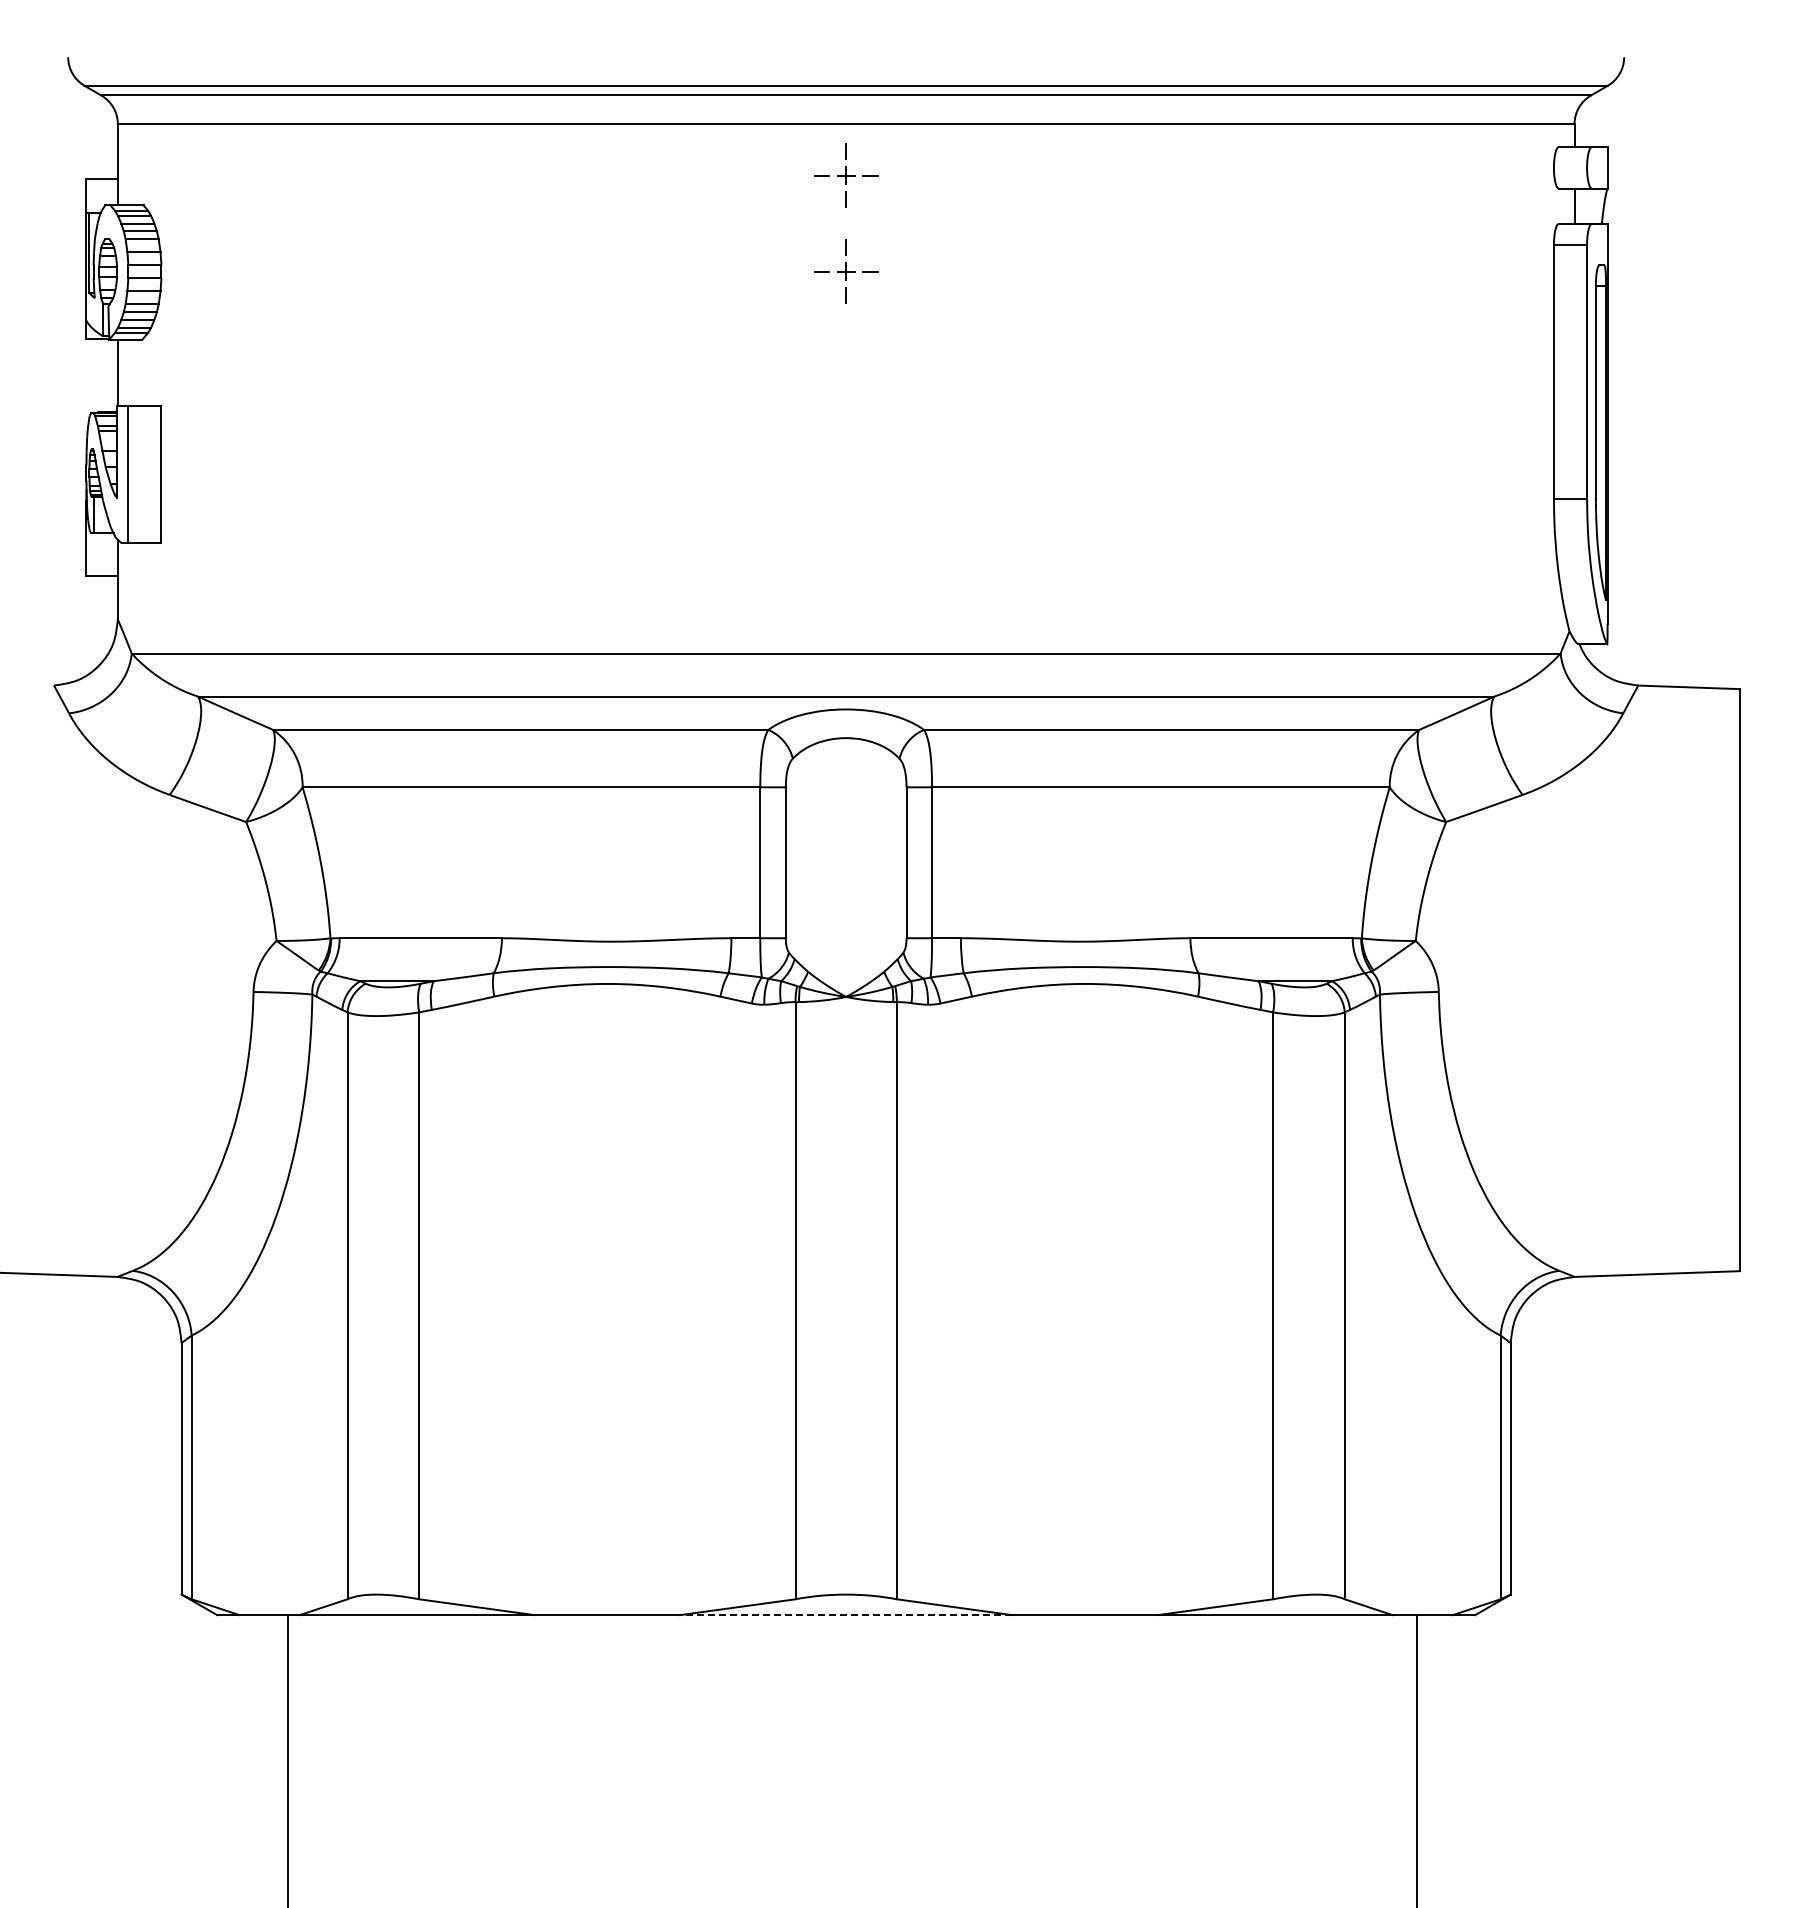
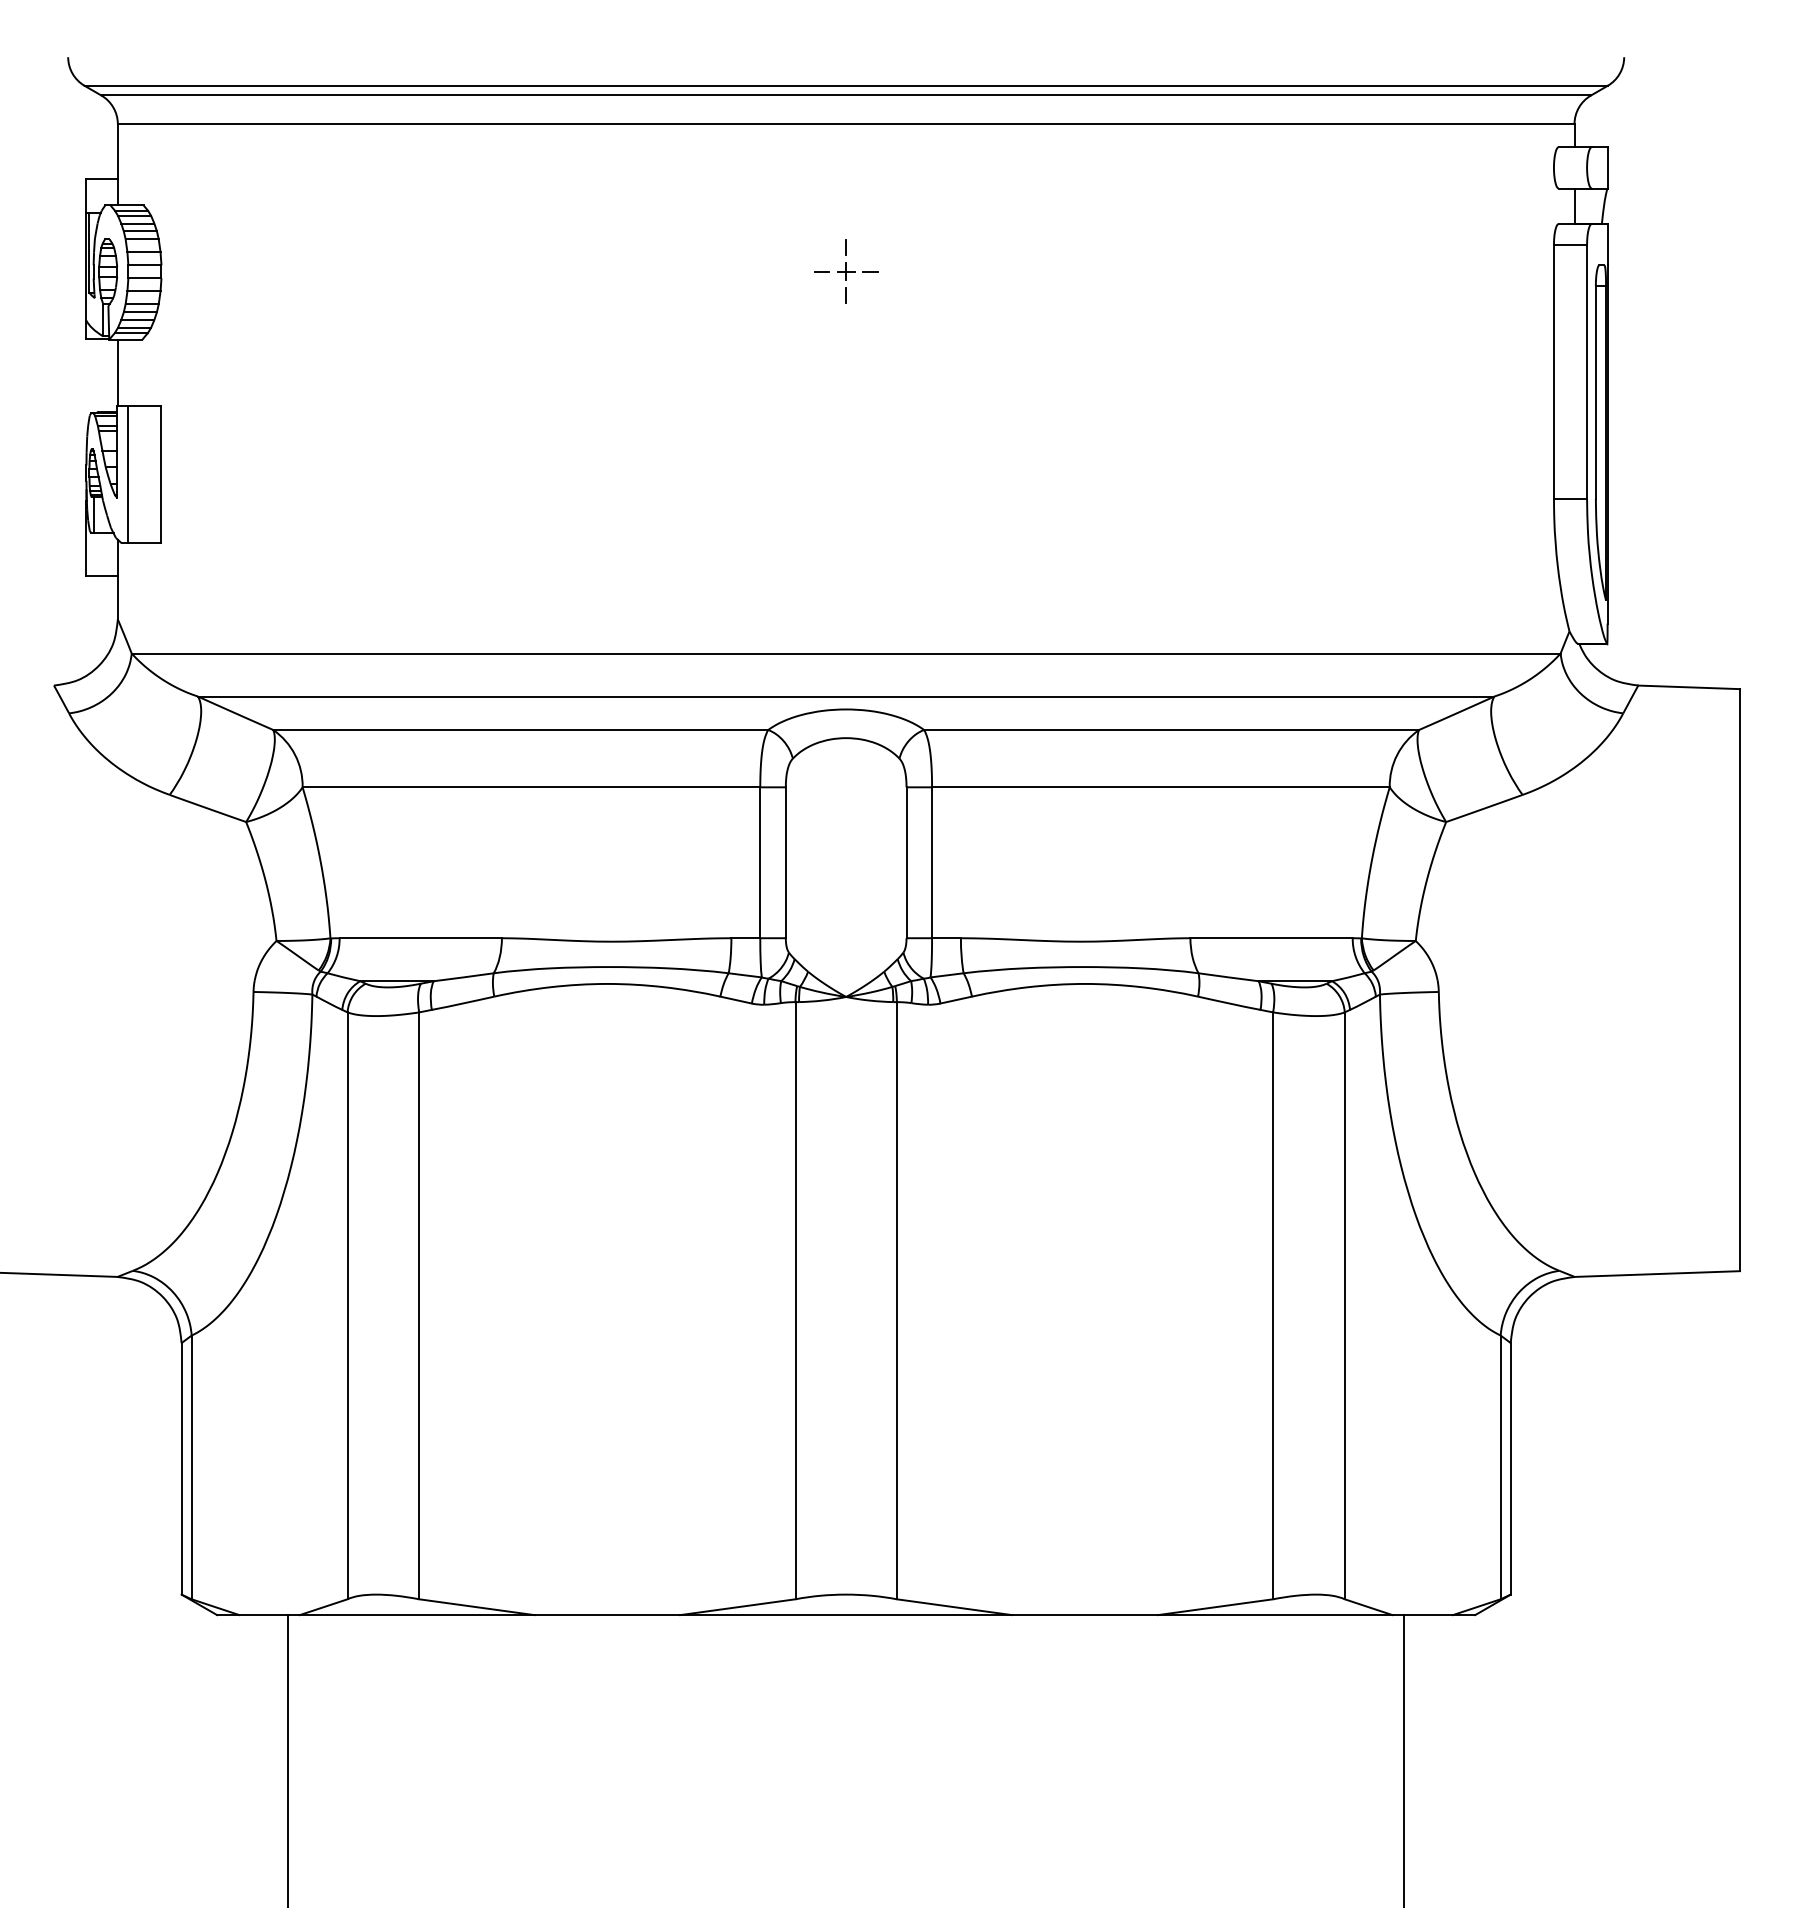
part at (846, 175): present -> none
line at (846, 1615): dashed -> solid
line at (1417, 1759) position: (1417, 1759) -> (1404, 1759)
